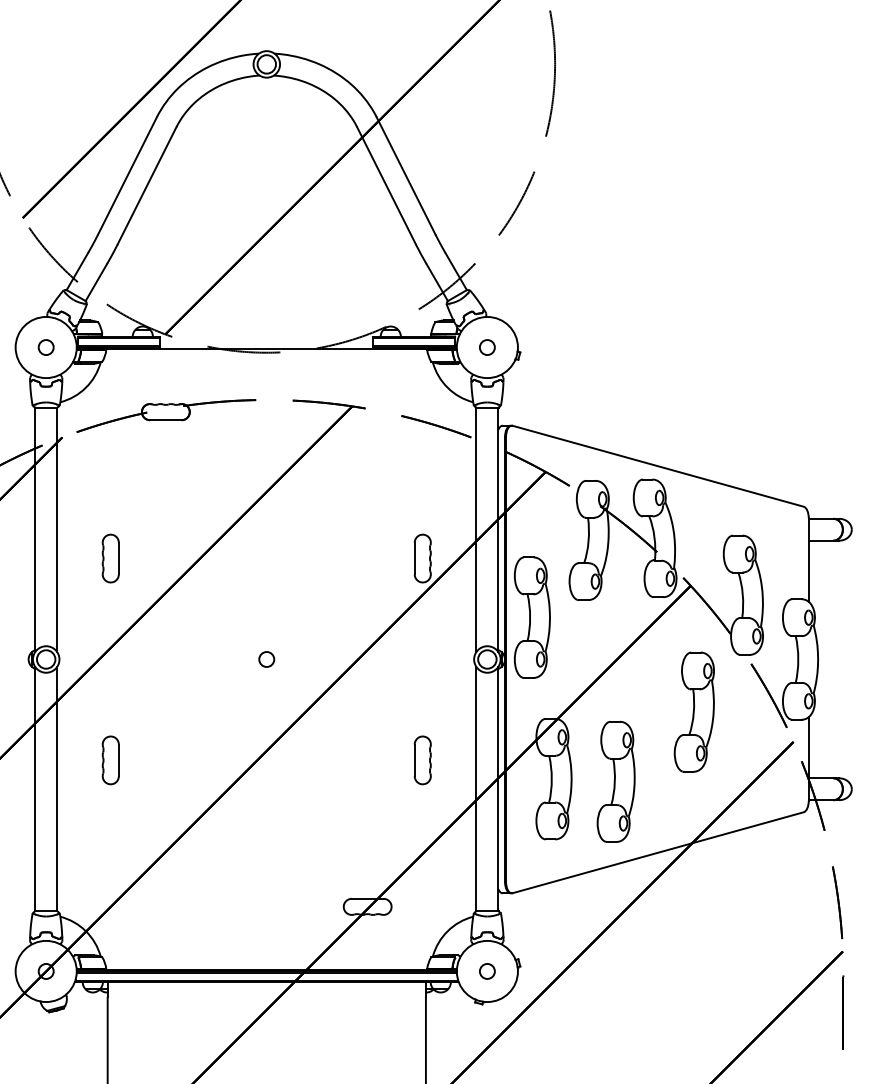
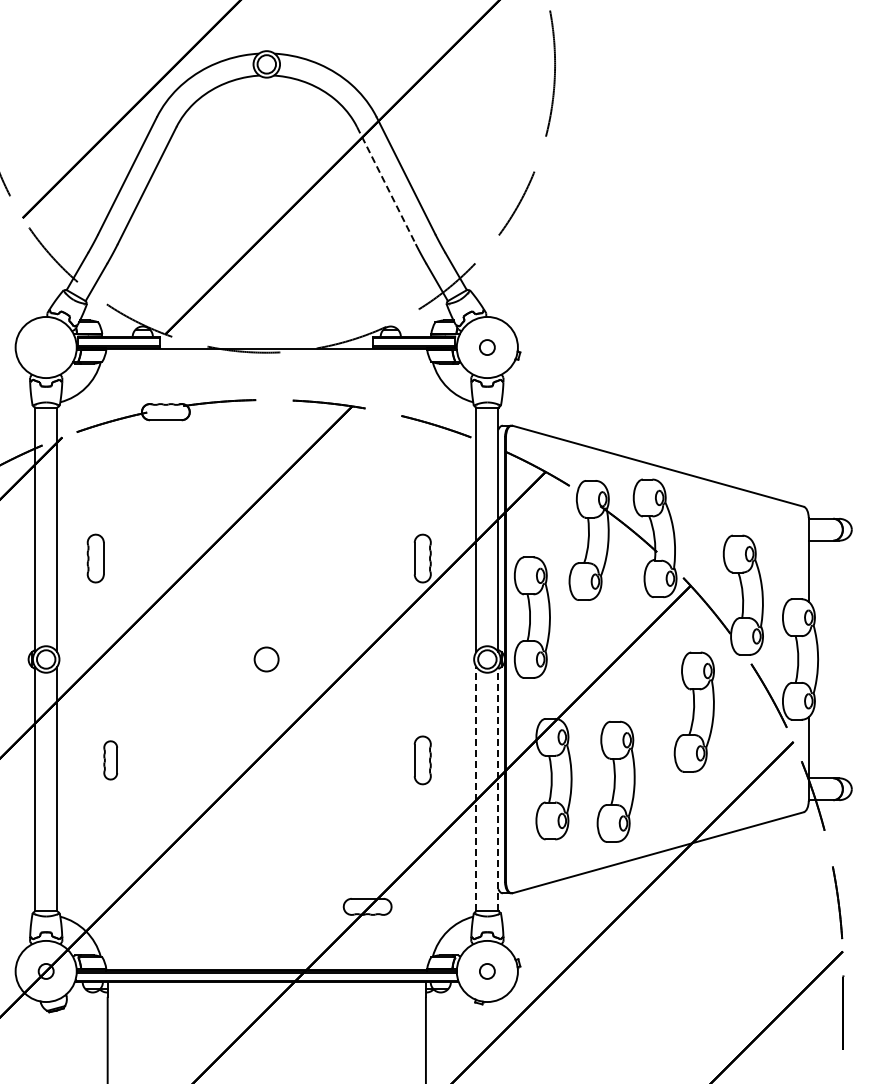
line at (386, 186): solid -> dashed
circle at (45, 347): present -> none
part at (110, 558) position: (110, 558) -> (95, 558)
circle at (266, 659) size: 18x17 px -> 27x27 px
part at (110, 760) size: 19x51 px -> 15x41 px
line at (476, 788): solid -> dashed
line at (498, 788): solid -> dashed
